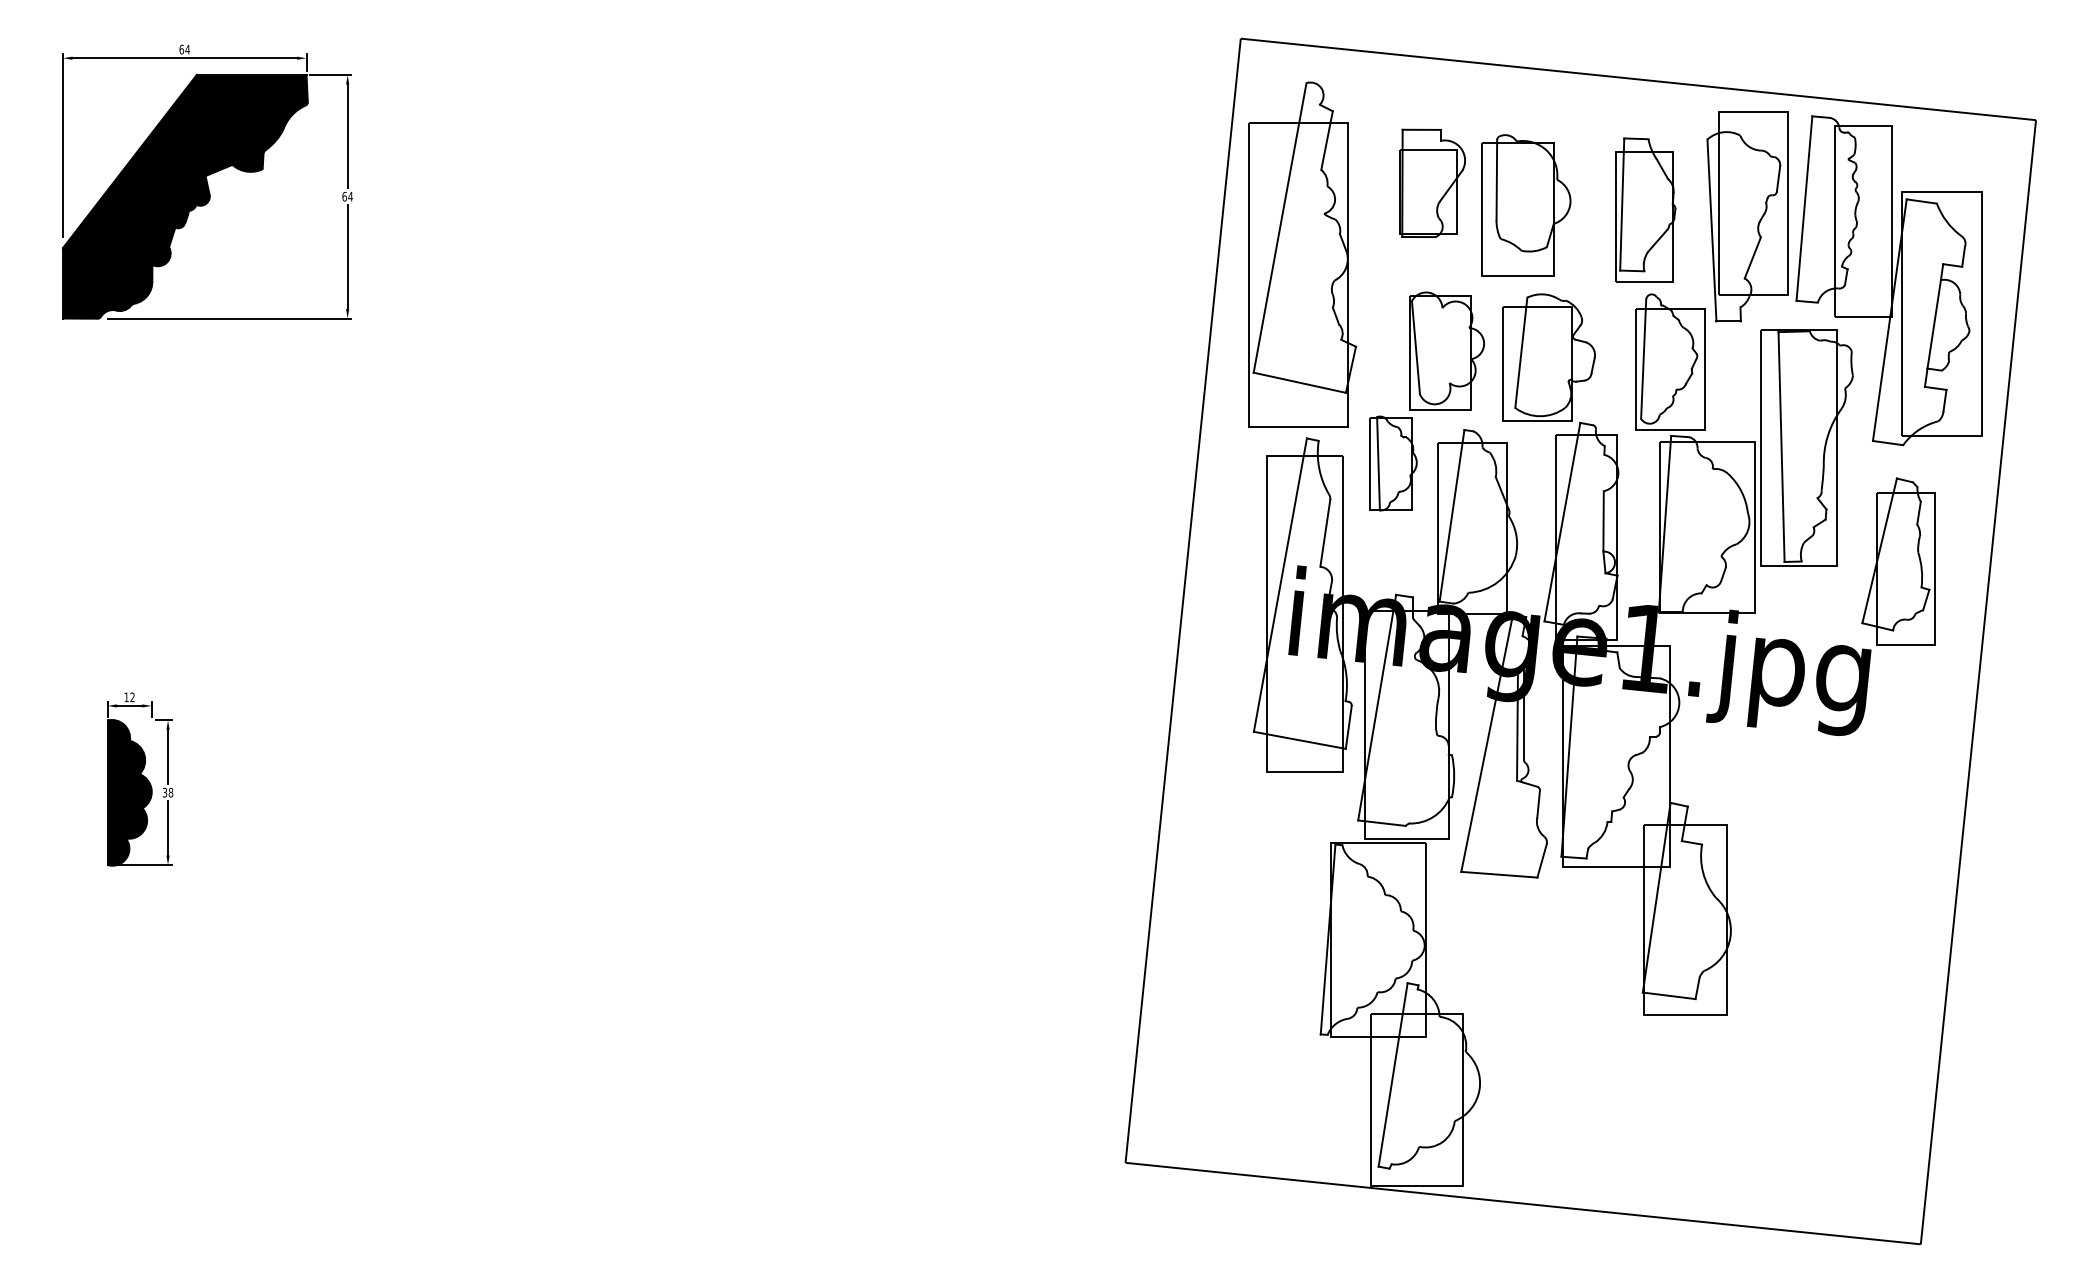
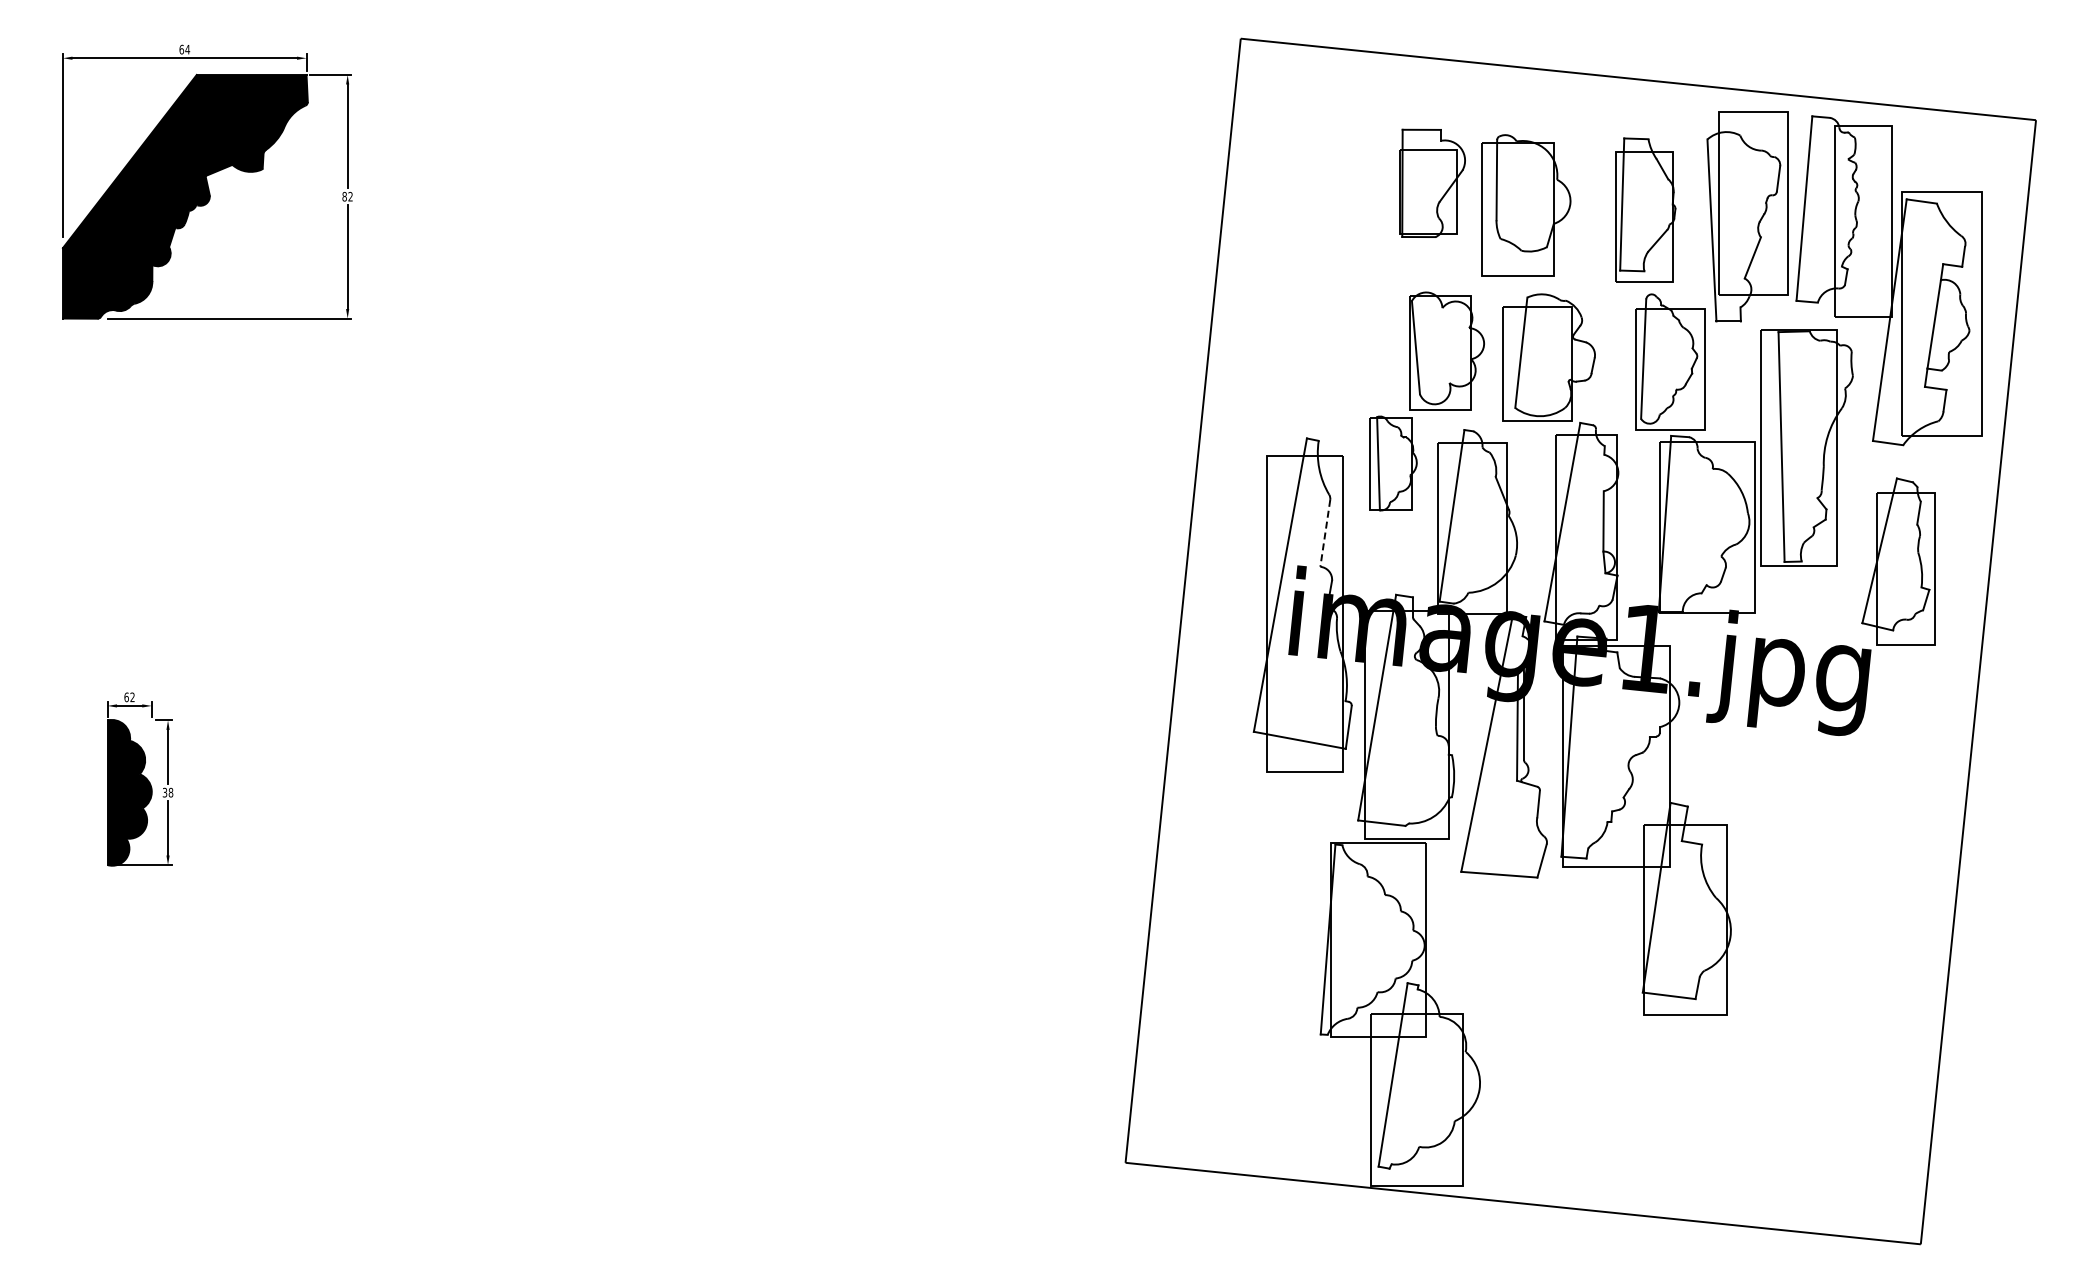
text at (347, 196): 64 -> 82
part at (1302, 254): present -> none
line at (1325, 533): solid -> dashed
text at (126, 697): 12 -> 62
